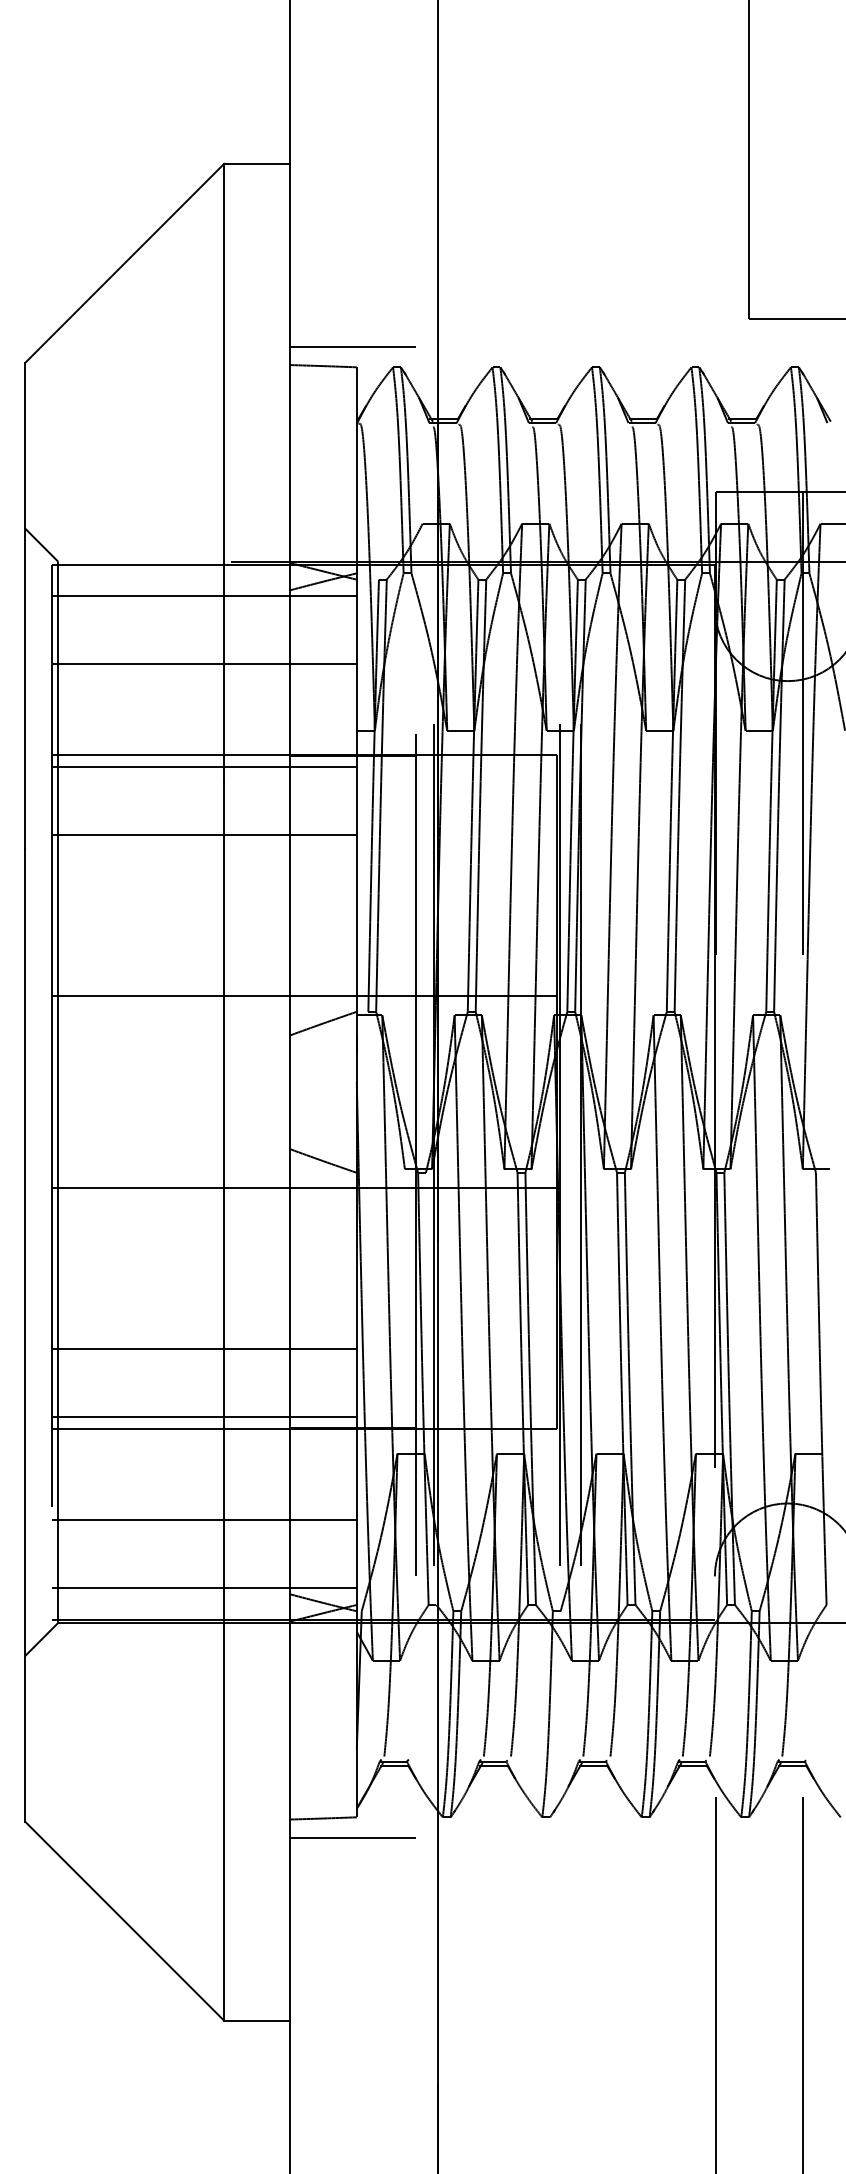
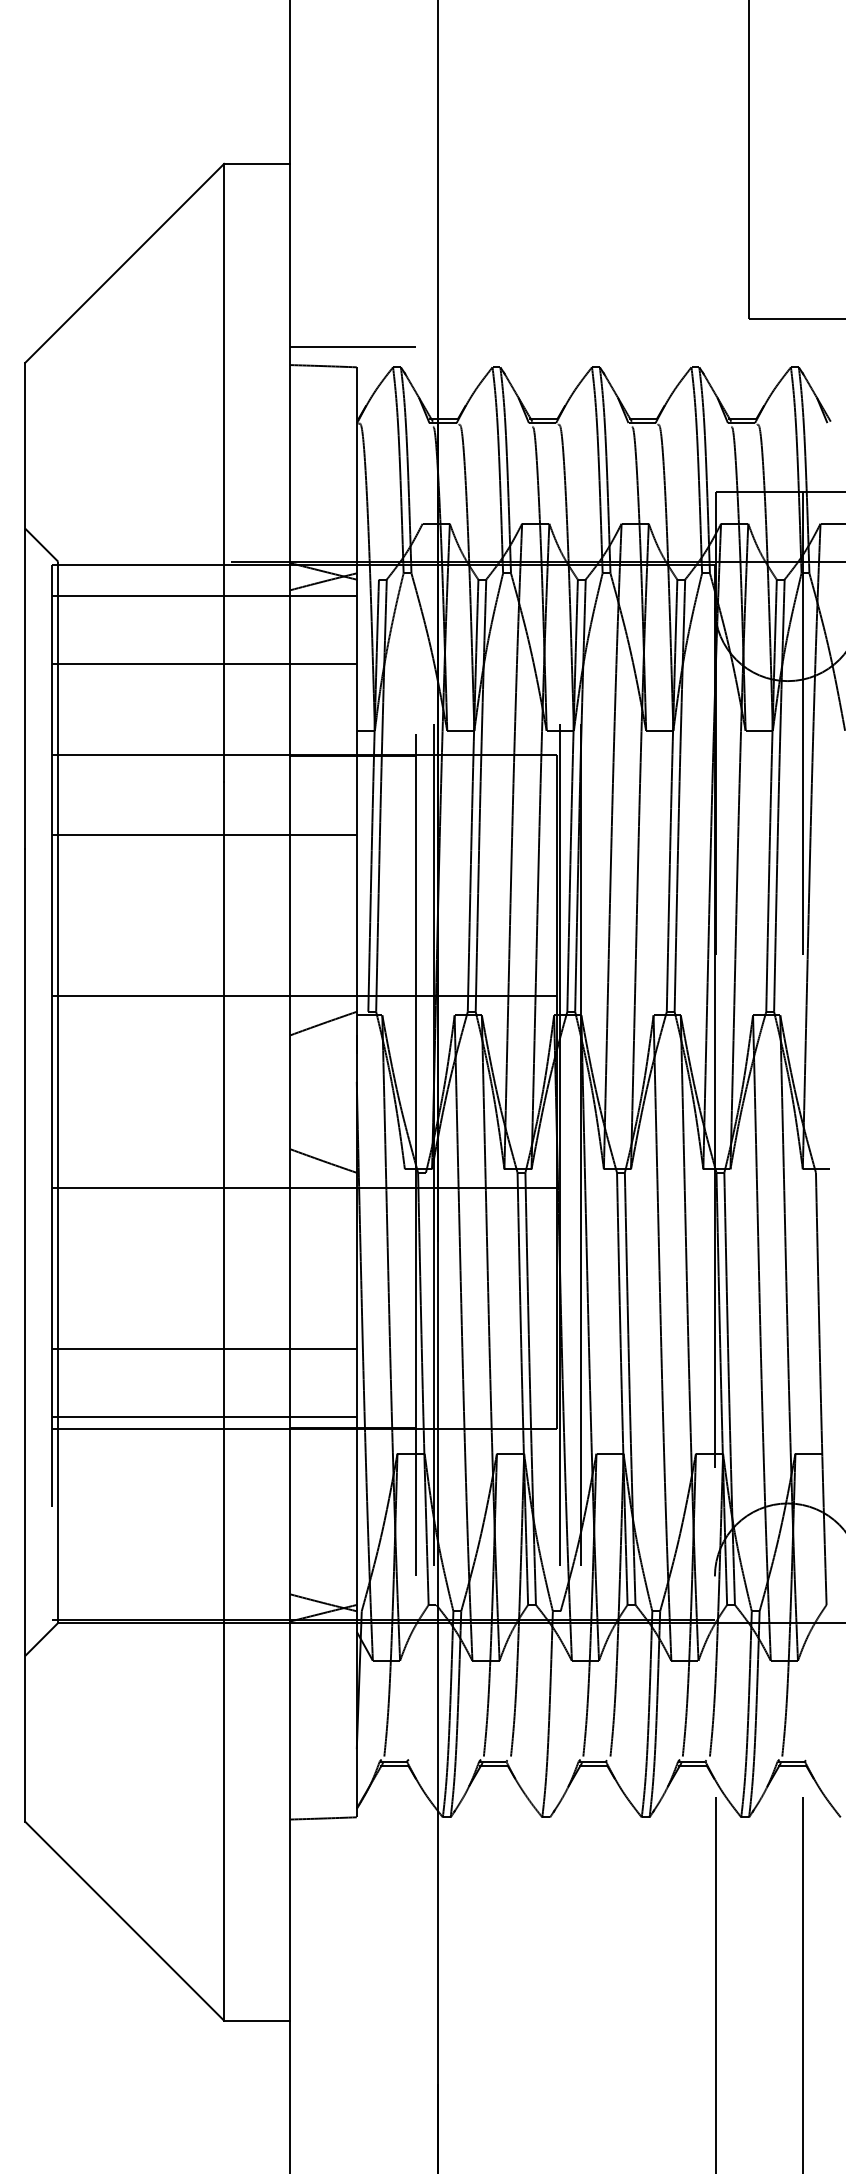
line at (203, 767): present -> none
line at (203, 1520): present -> none
line at (203, 1588): present -> none
line at (353, 1837): present -> none
